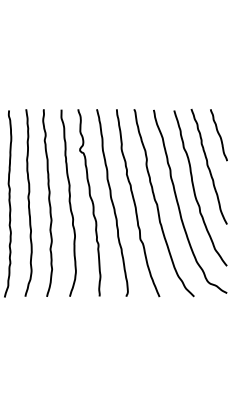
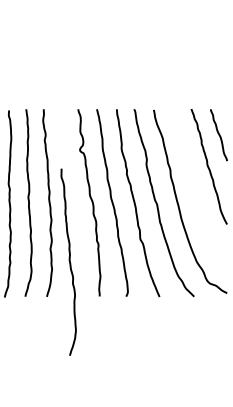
curve at (195, 191): present -> none
curve at (68, 201) position: (68, 201) -> (68, 260)
